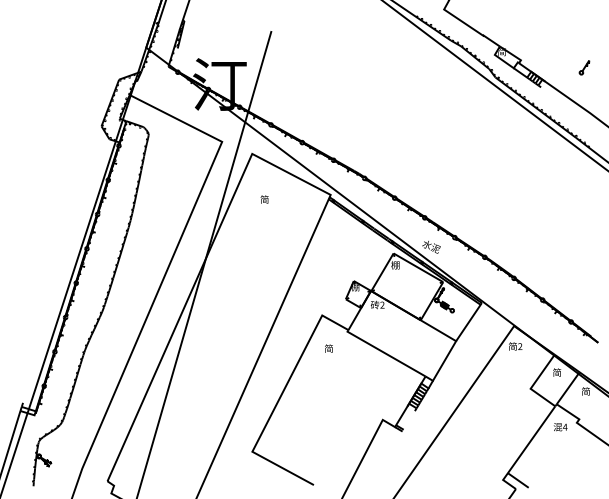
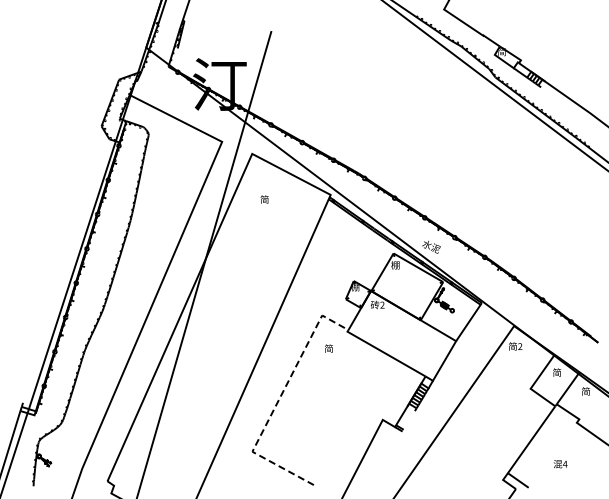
part at (584, 67): present -> none
line at (278, 400): solid -> dashed
text at (560, 427) position: (560, 427) -> (560, 464)
